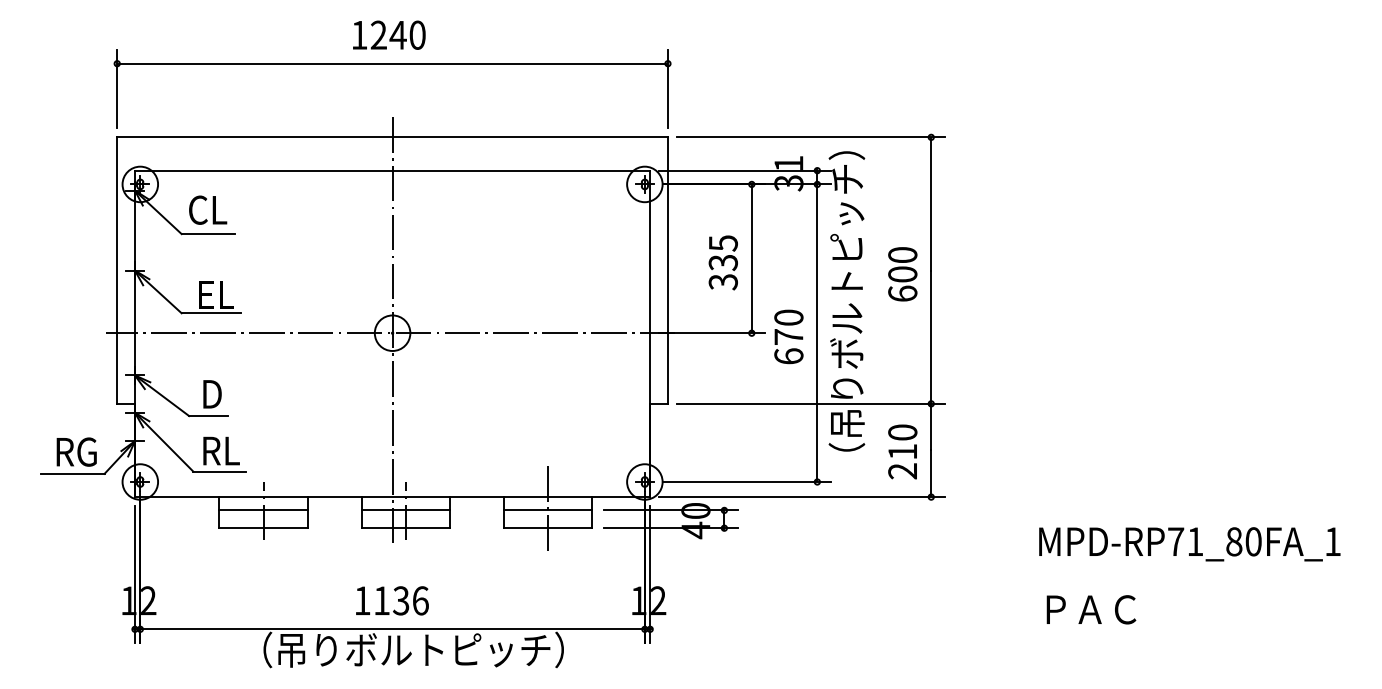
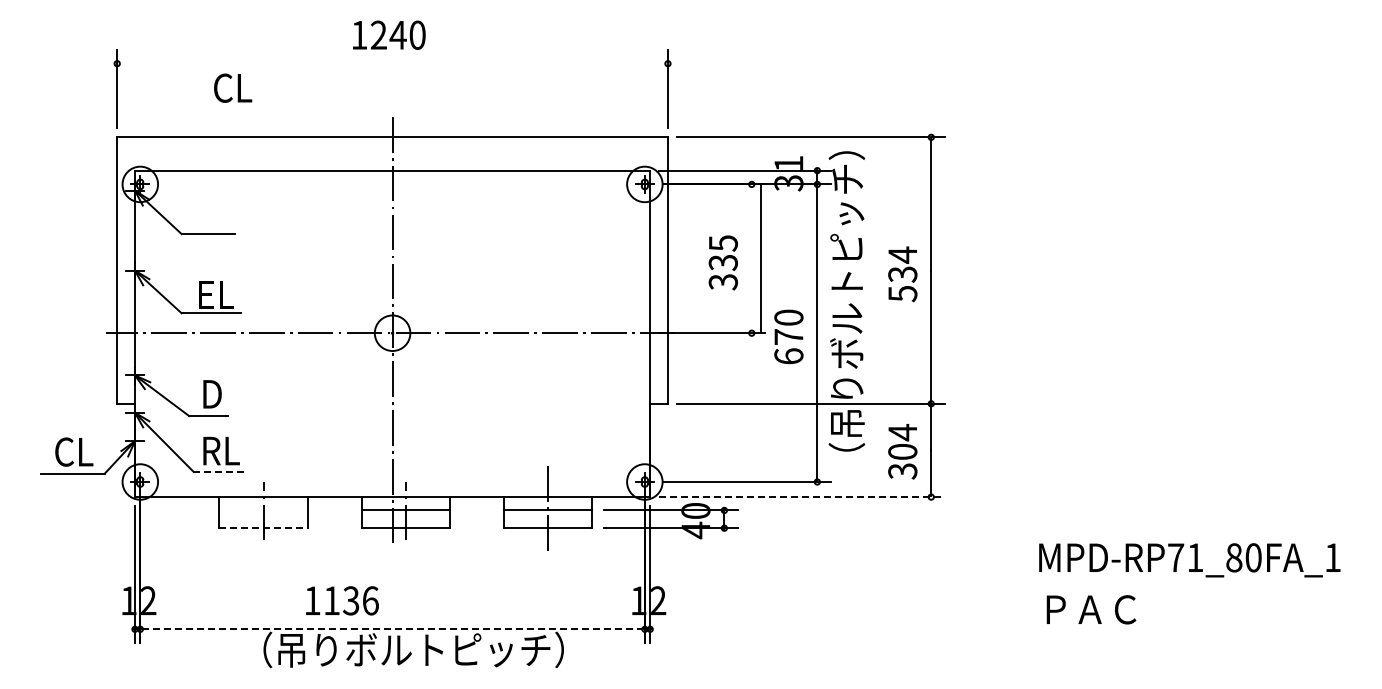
line at (392, 63): present -> none
text at (208, 209) position: (208, 209) -> (233, 87)
line at (751, 258) position: (751, 258) -> (760, 258)
text at (902, 274): 600 -> 534
text at (75, 451): RG -> CL
text at (902, 451): 210 -> 304
line at (220, 471): solid -> dashed
line at (801, 497): solid -> dashed
line at (263, 510): present -> none
line at (264, 528): solid -> dashed
text at (1189, 544) position: (1189, 544) -> (1189, 560)
text at (392, 600) position: (392, 600) -> (342, 600)
line at (392, 629): solid -> dashed
